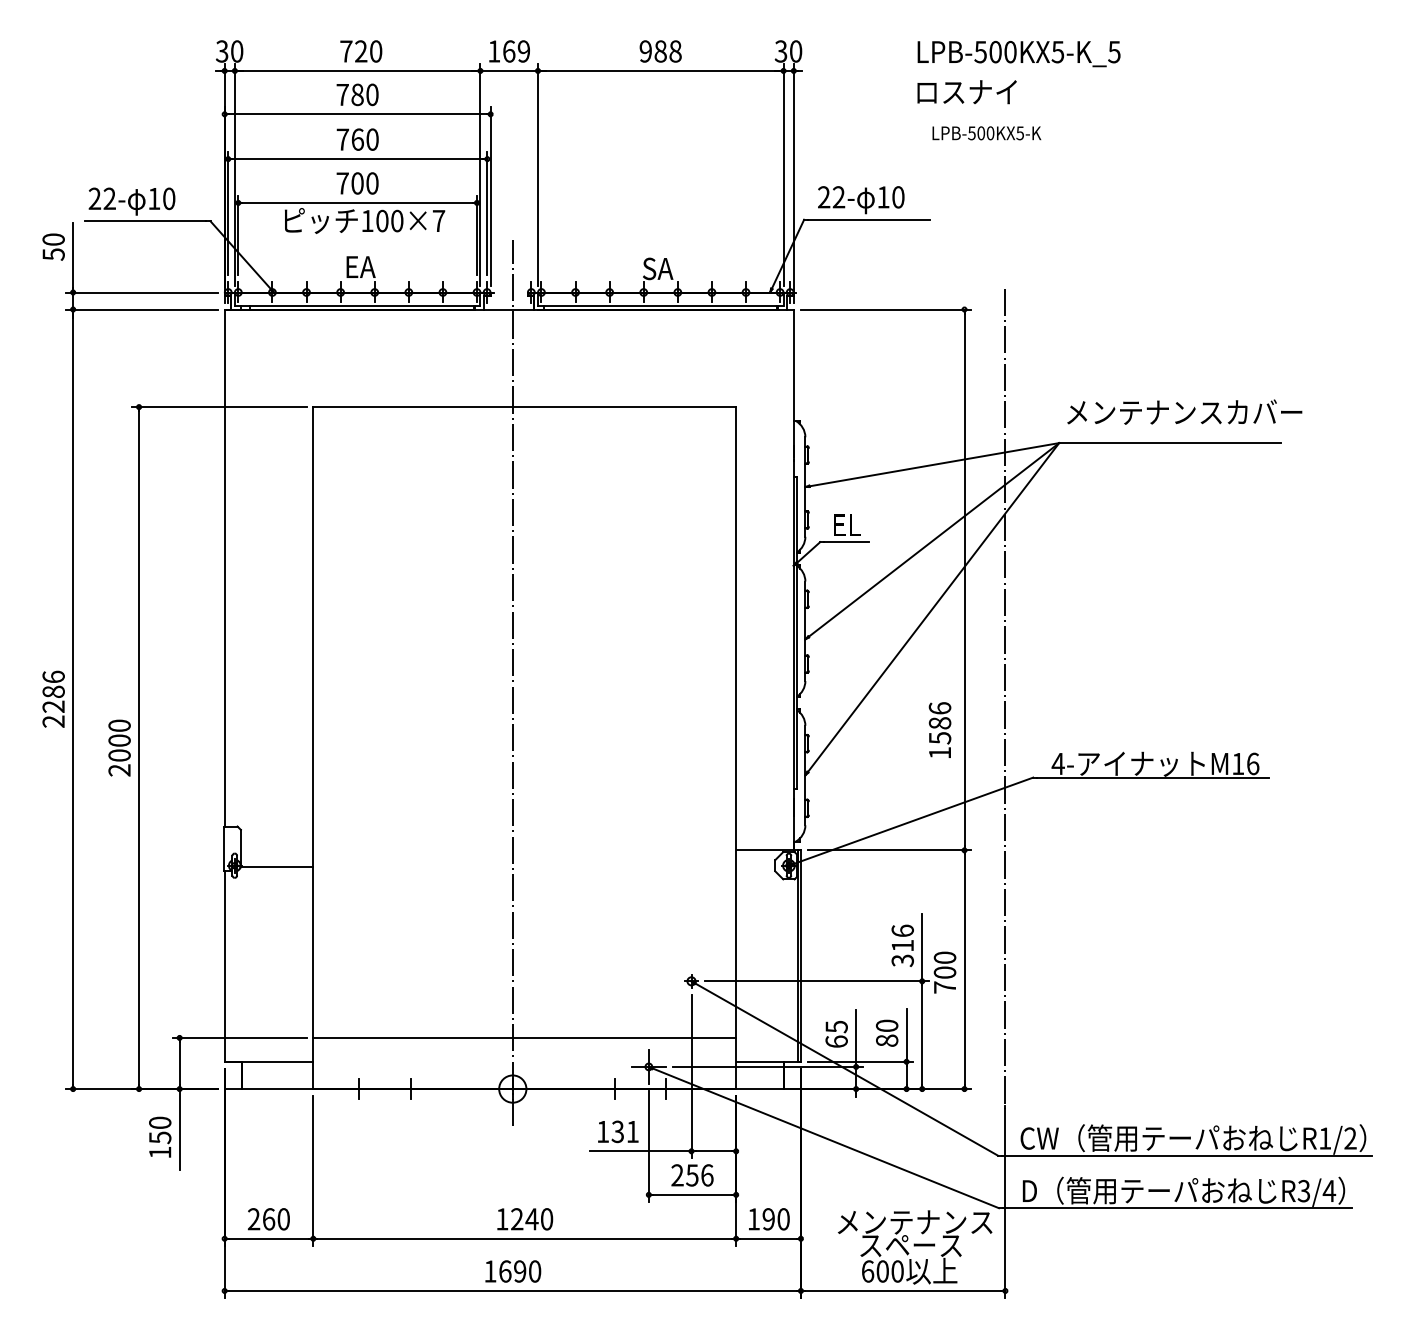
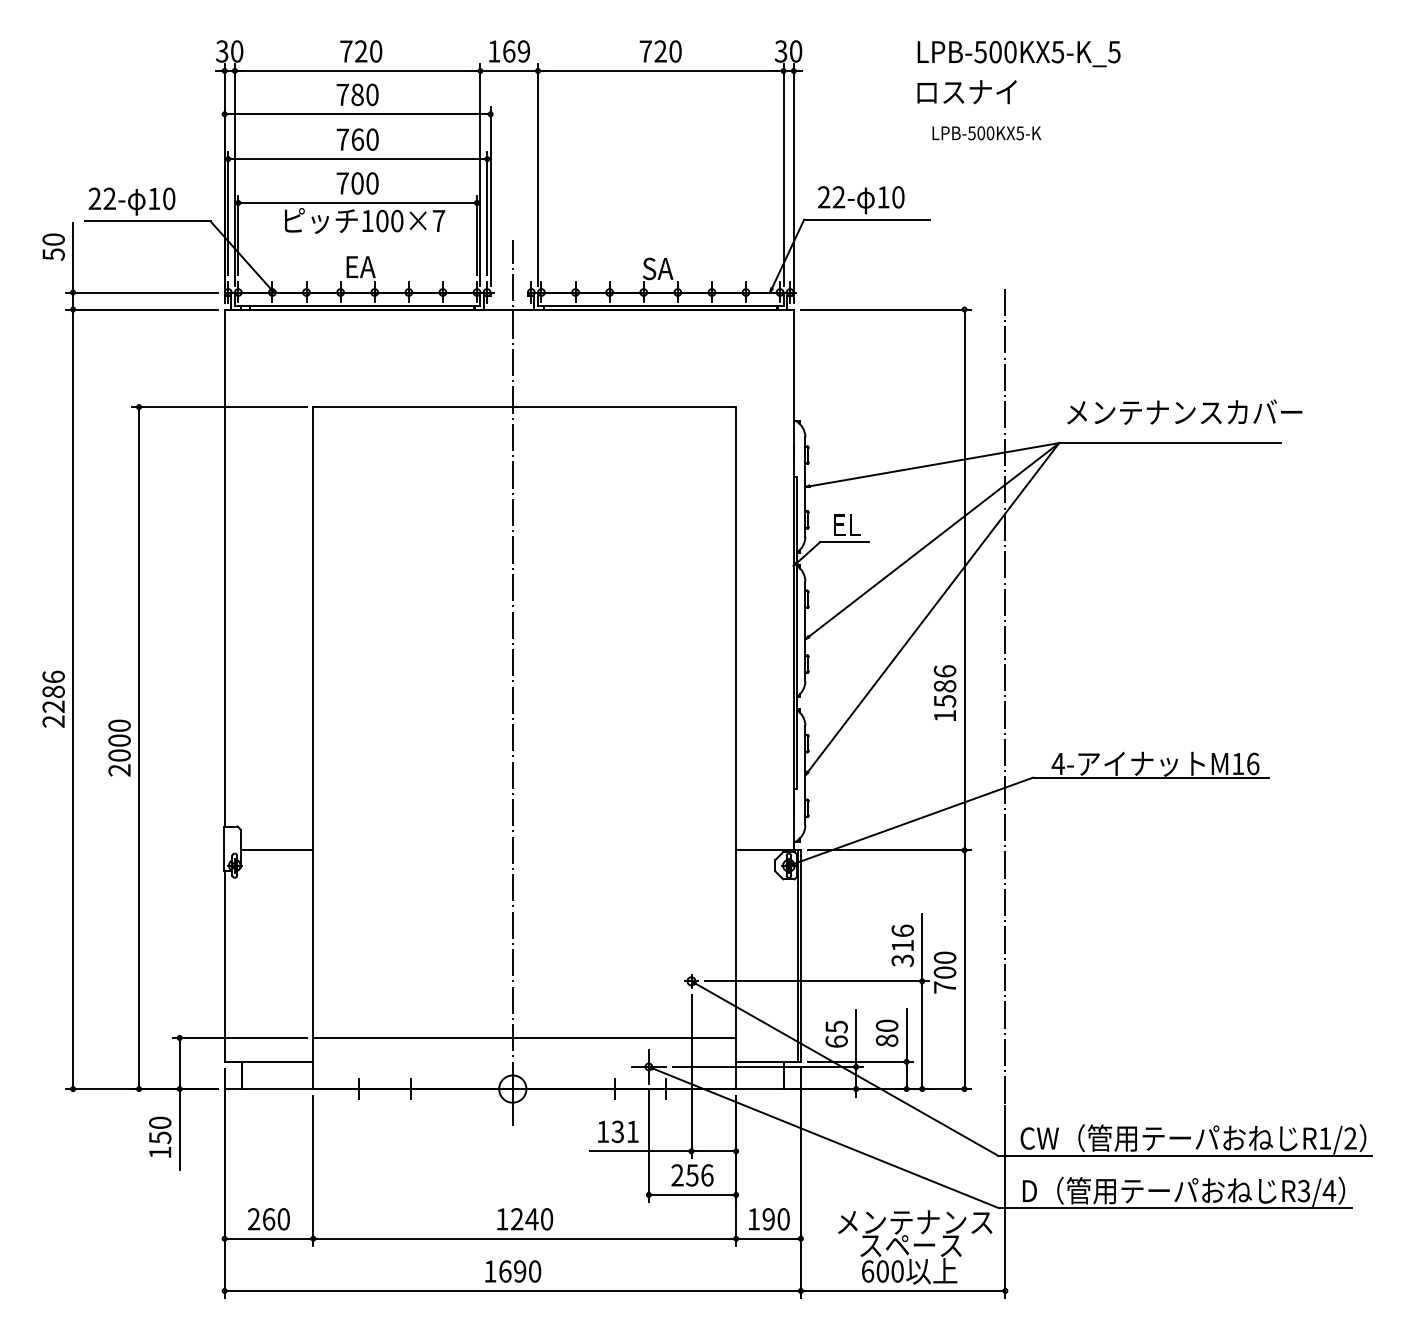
text at (660, 51): 988 -> 720
text at (939, 729) position: (939, 729) -> (944, 692)
line at (276, 867) position: (276, 867) -> (276, 850)
